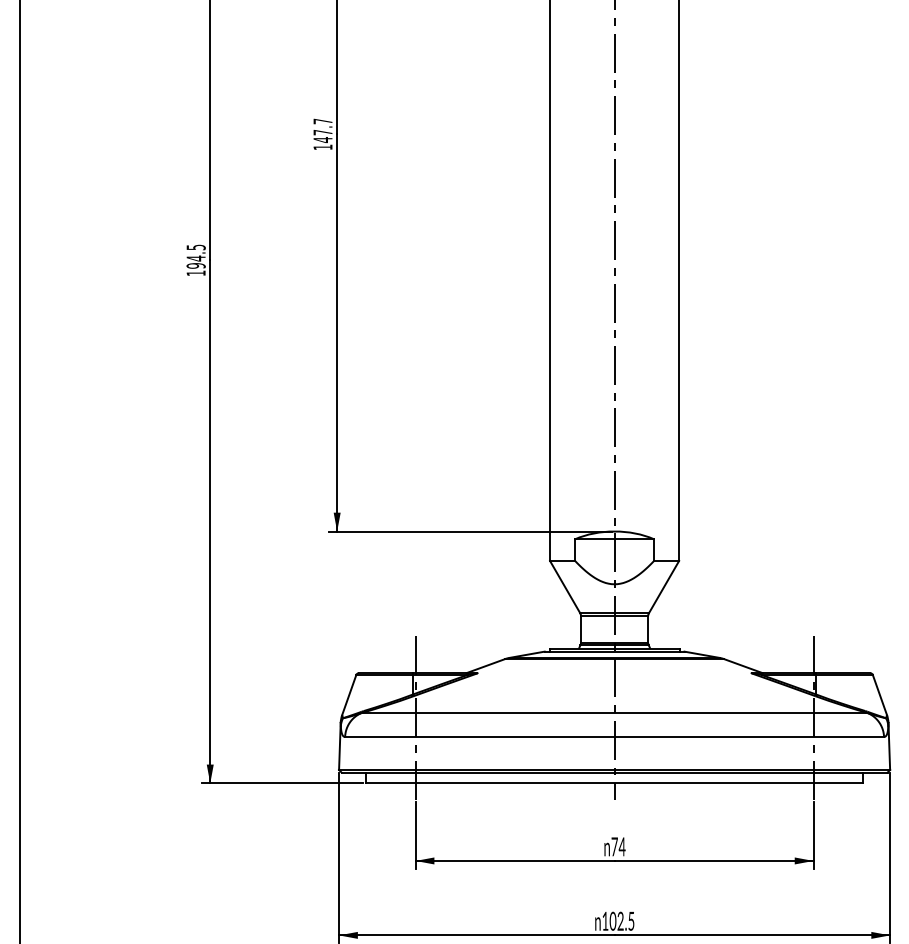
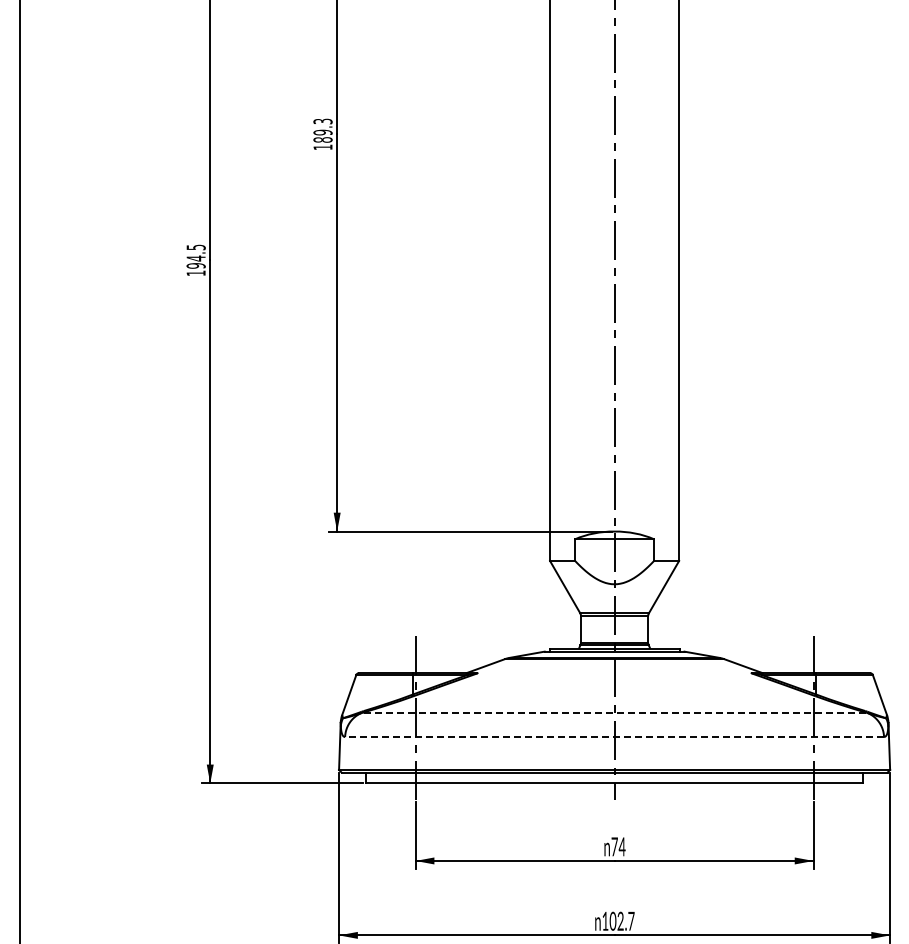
text at (322, 130): 147.7 -> 189.3
line at (614, 712): solid -> dashed
line at (614, 737): solid -> dashed
text at (631, 921): 102.5 -> 102.7
